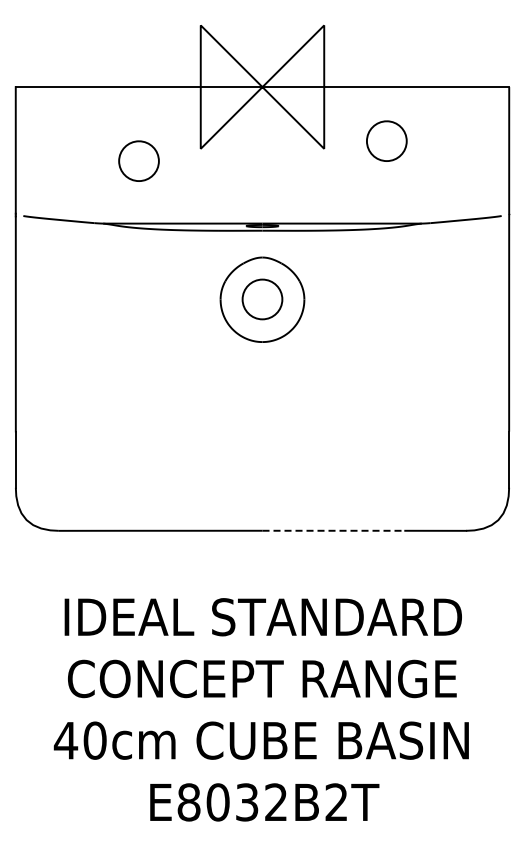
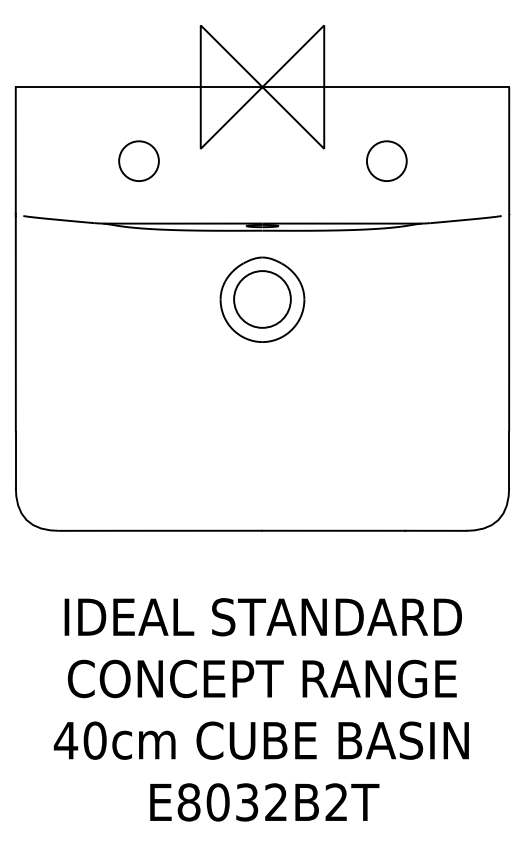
part at (386, 140) position: (386, 140) -> (386, 160)
circle at (262, 299) diameter: 40 px -> 57 px
line at (334, 530): dashed -> solid
